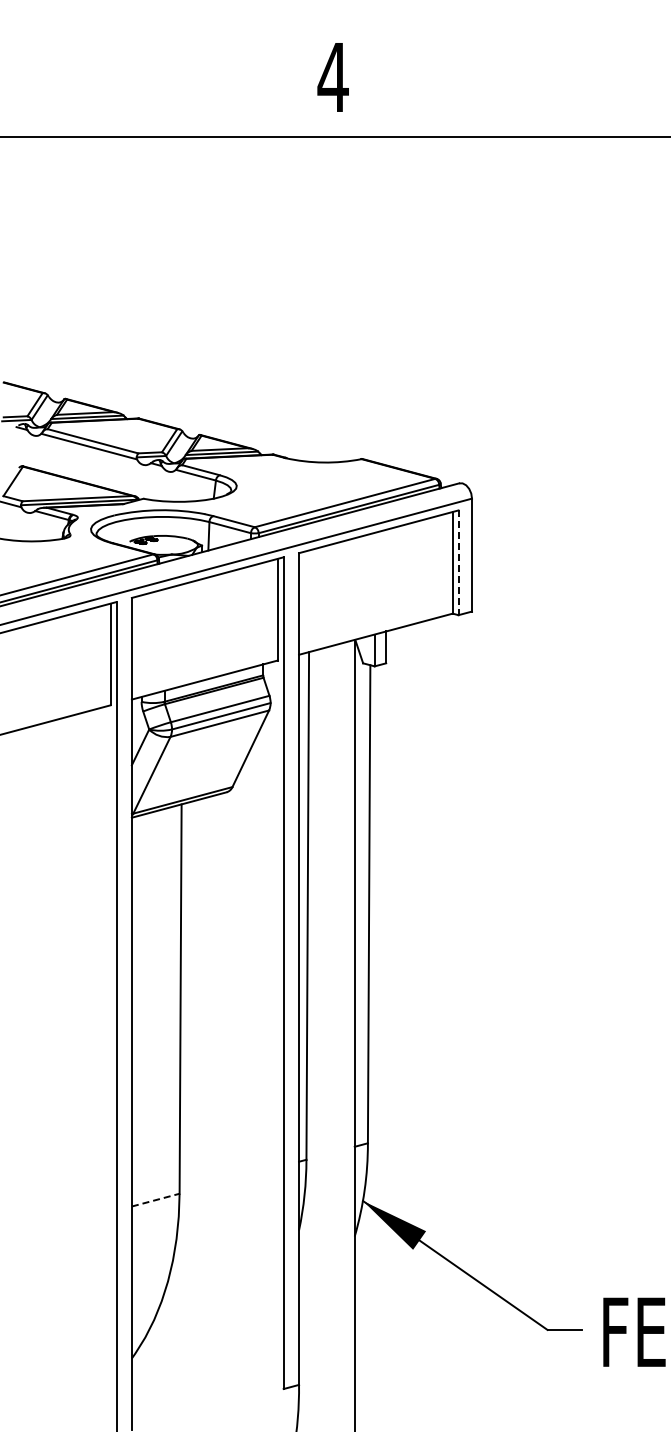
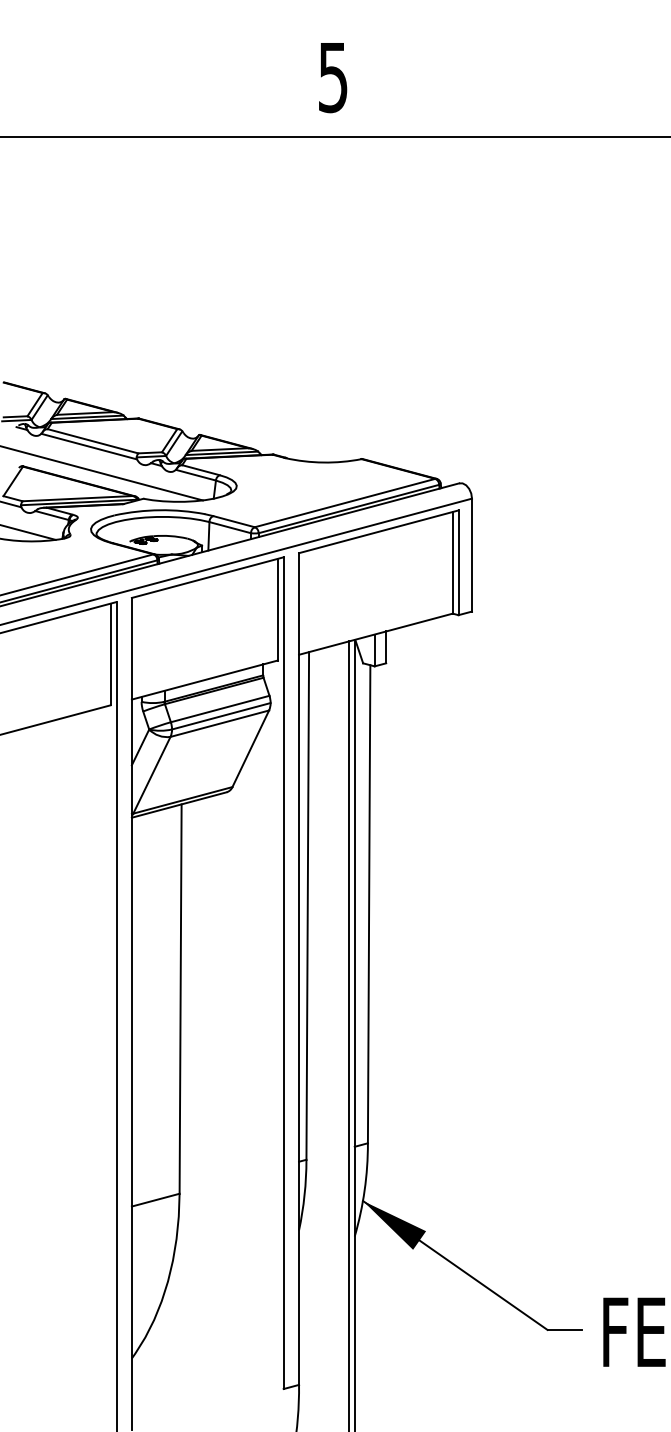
text at (332, 78): 4 -> 5
line at (102, 473): none -> present
line at (28, 532): none -> present
line at (458, 563): dashed -> solid
line at (349, 1034): none -> present
line at (155, 1200): dashed -> solid
